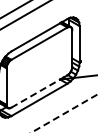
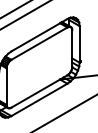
line at (36, 93): dashed -> solid
line at (64, 113): dashed -> solid
